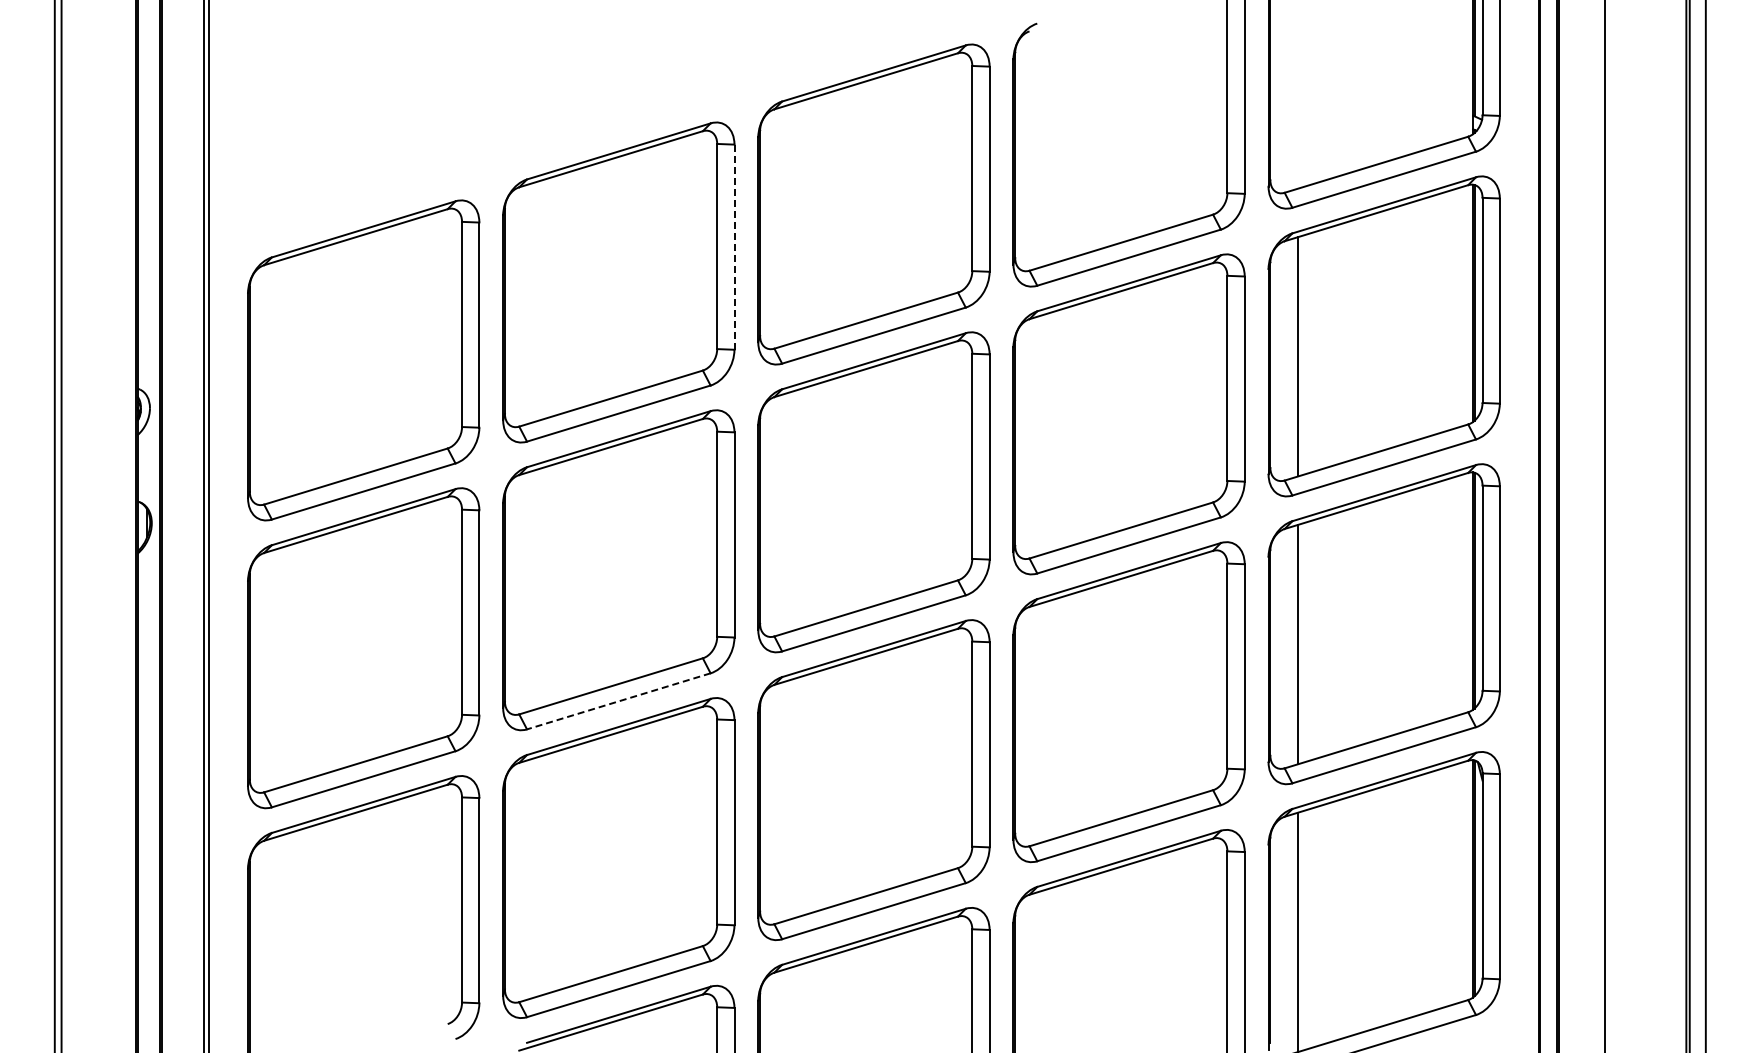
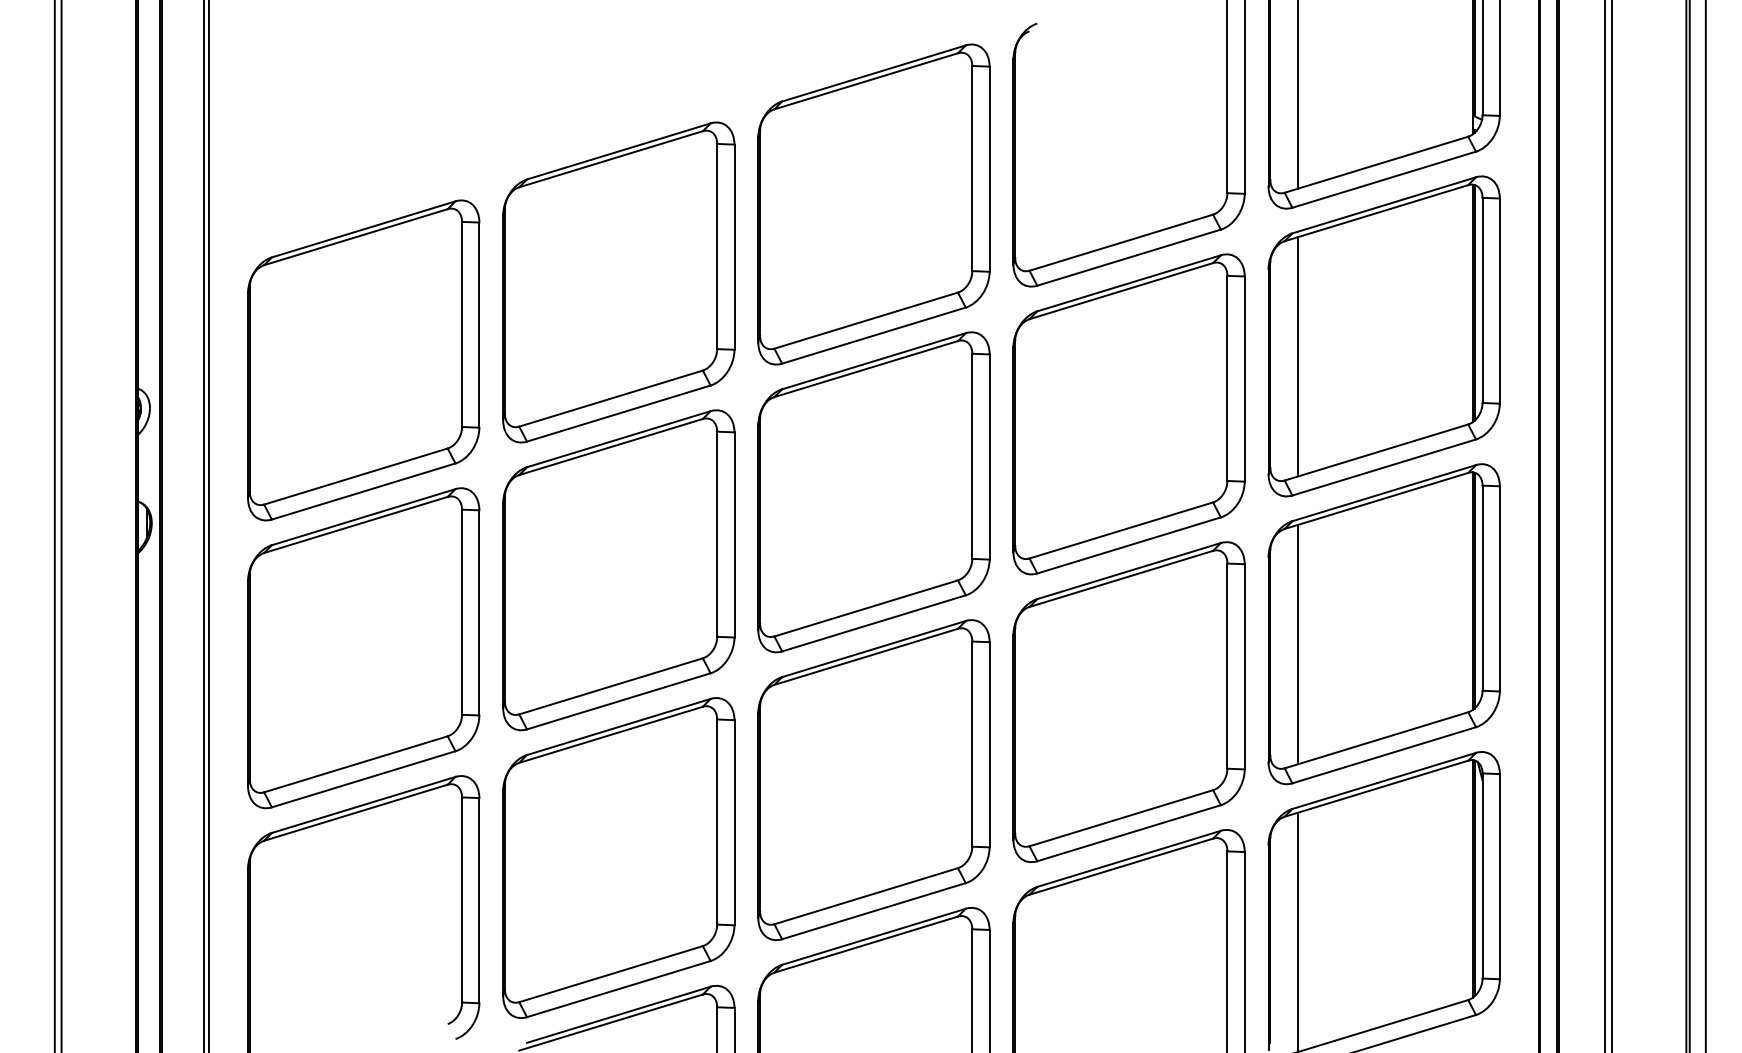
line at (1298, 95): none -> present
line at (734, 247): dashed -> solid
line at (1611, 525): none -> present
line at (618, 701): dashed -> solid
